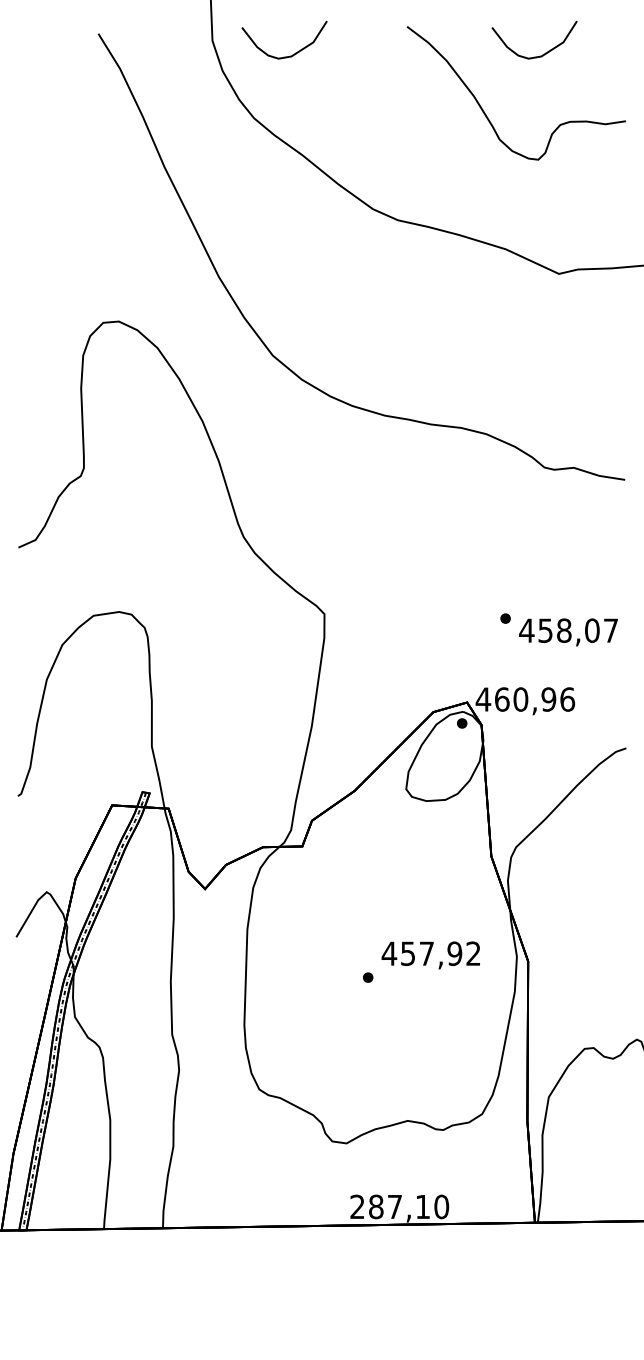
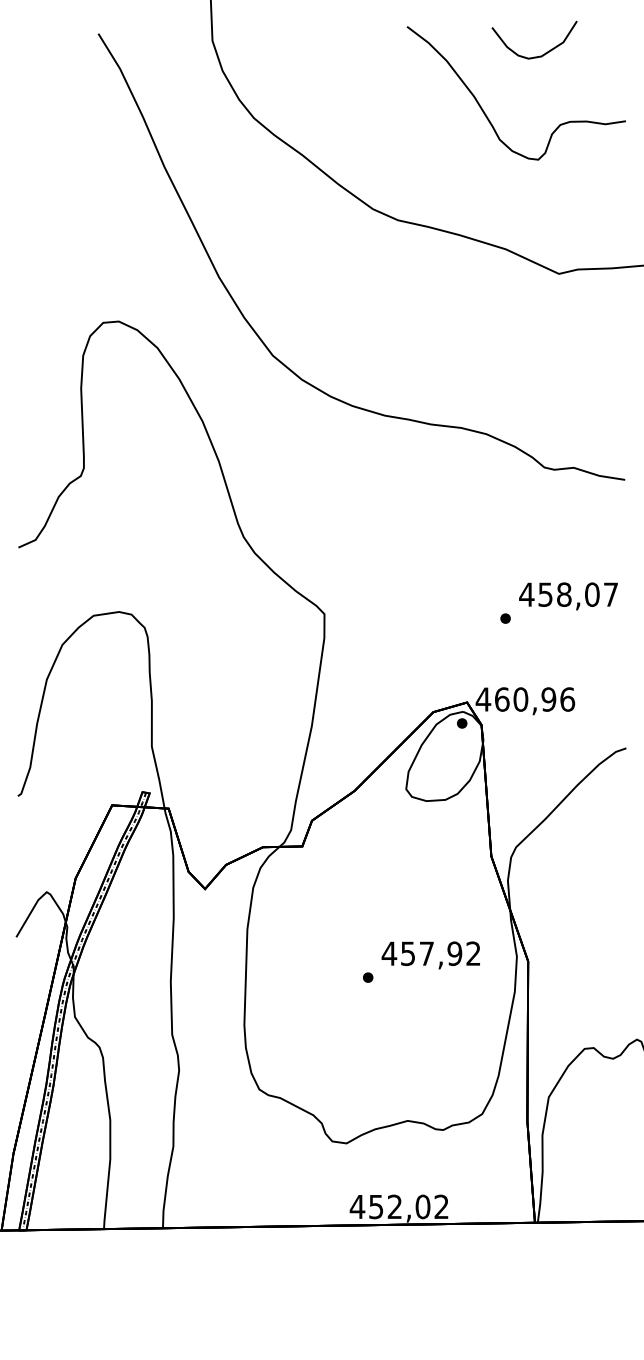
curve at (289, 55): present -> none
text at (568, 632) position: (568, 632) -> (568, 596)
text at (399, 1206): 287,10 -> 452,02
